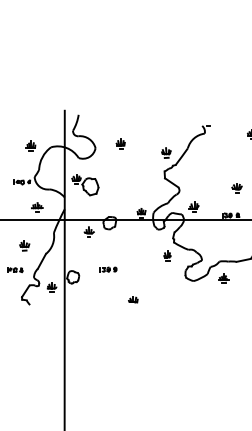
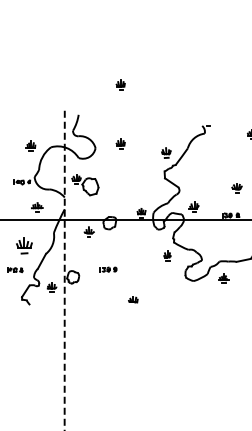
part at (120, 84): none -> present
part at (24, 245) size: 12x12 px -> 17x18 px
line at (64, 270): solid -> dashed
